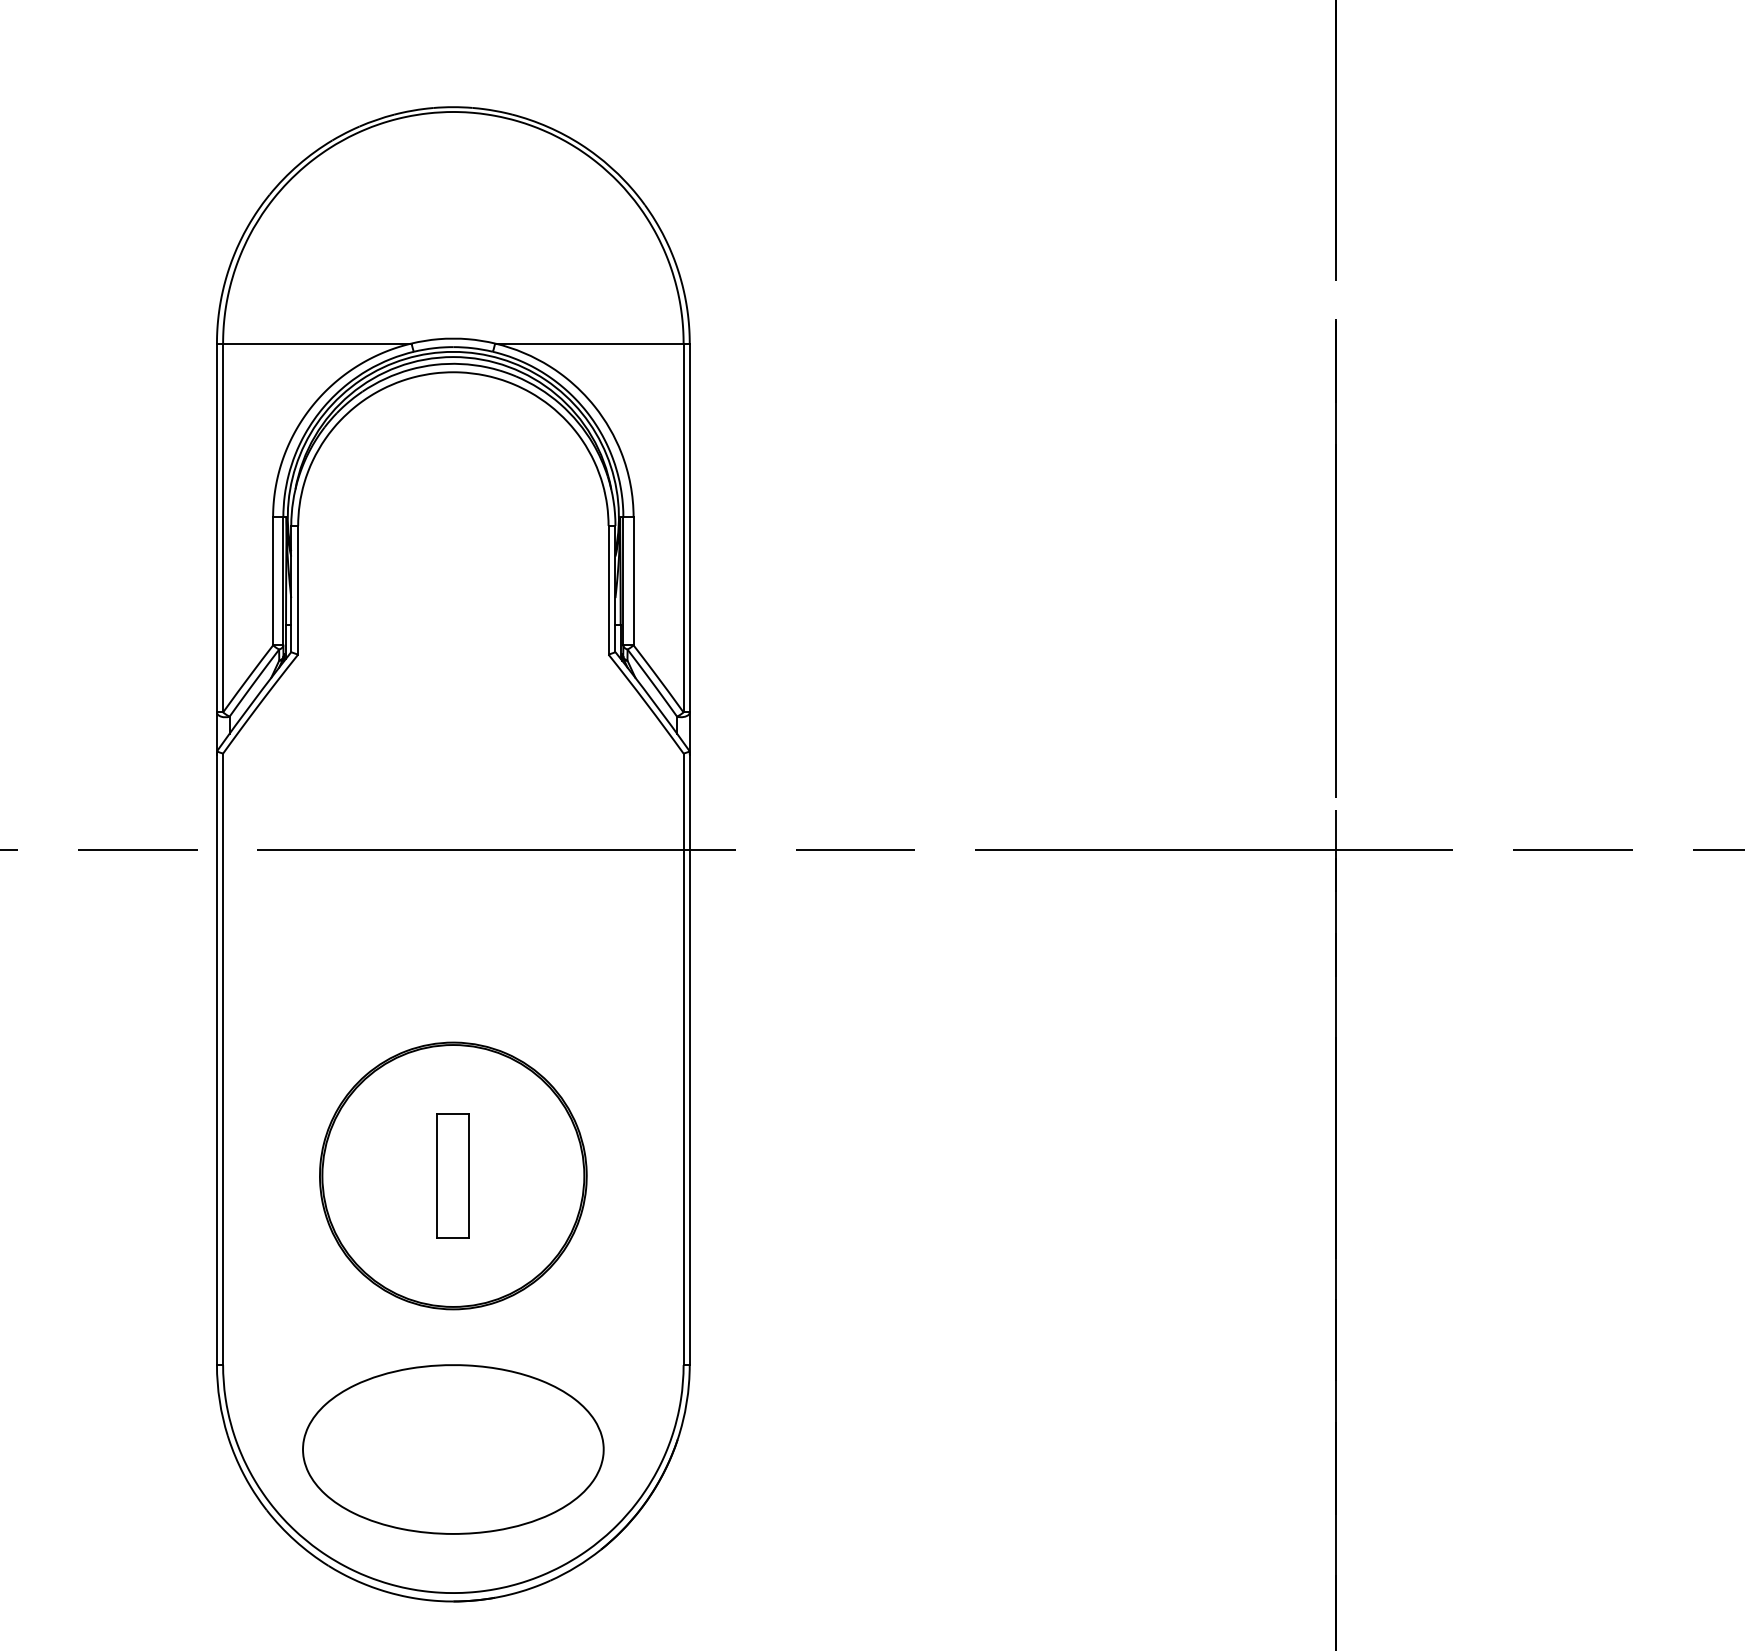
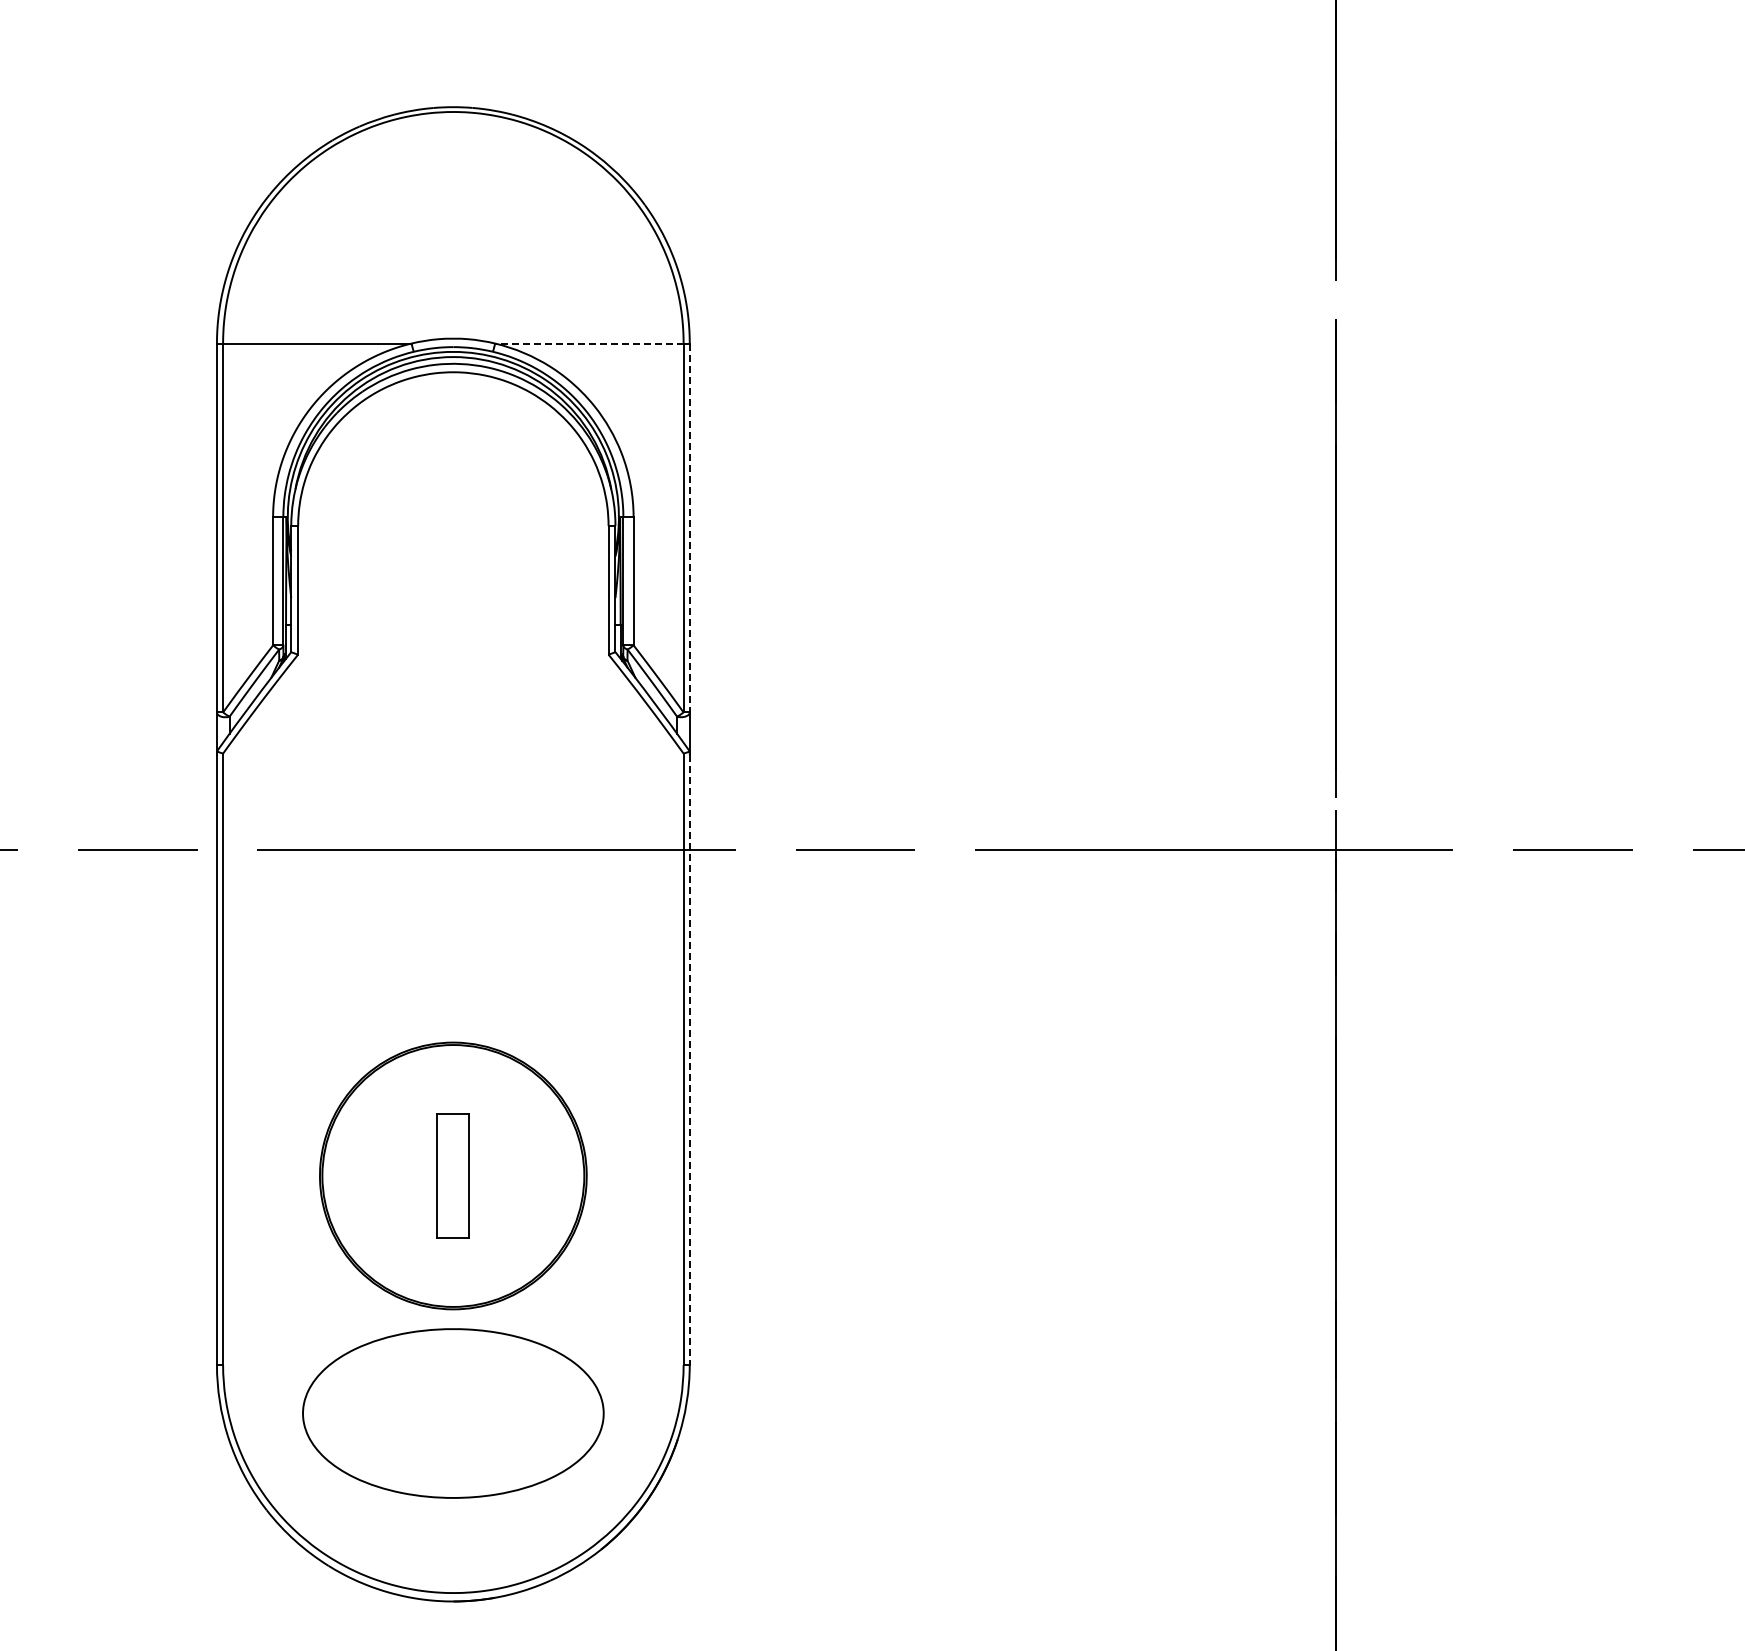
line at (588, 343): solid -> dashed
line at (689, 528): solid -> dashed
line at (689, 1060): solid -> dashed
part at (453, 1449) position: (453, 1449) -> (453, 1413)
